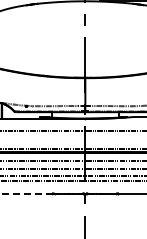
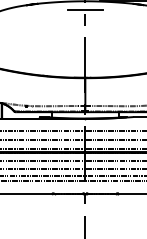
line at (84, 10): none -> present
line at (72, 140): none -> present
line at (26, 194): dashed -> solid
